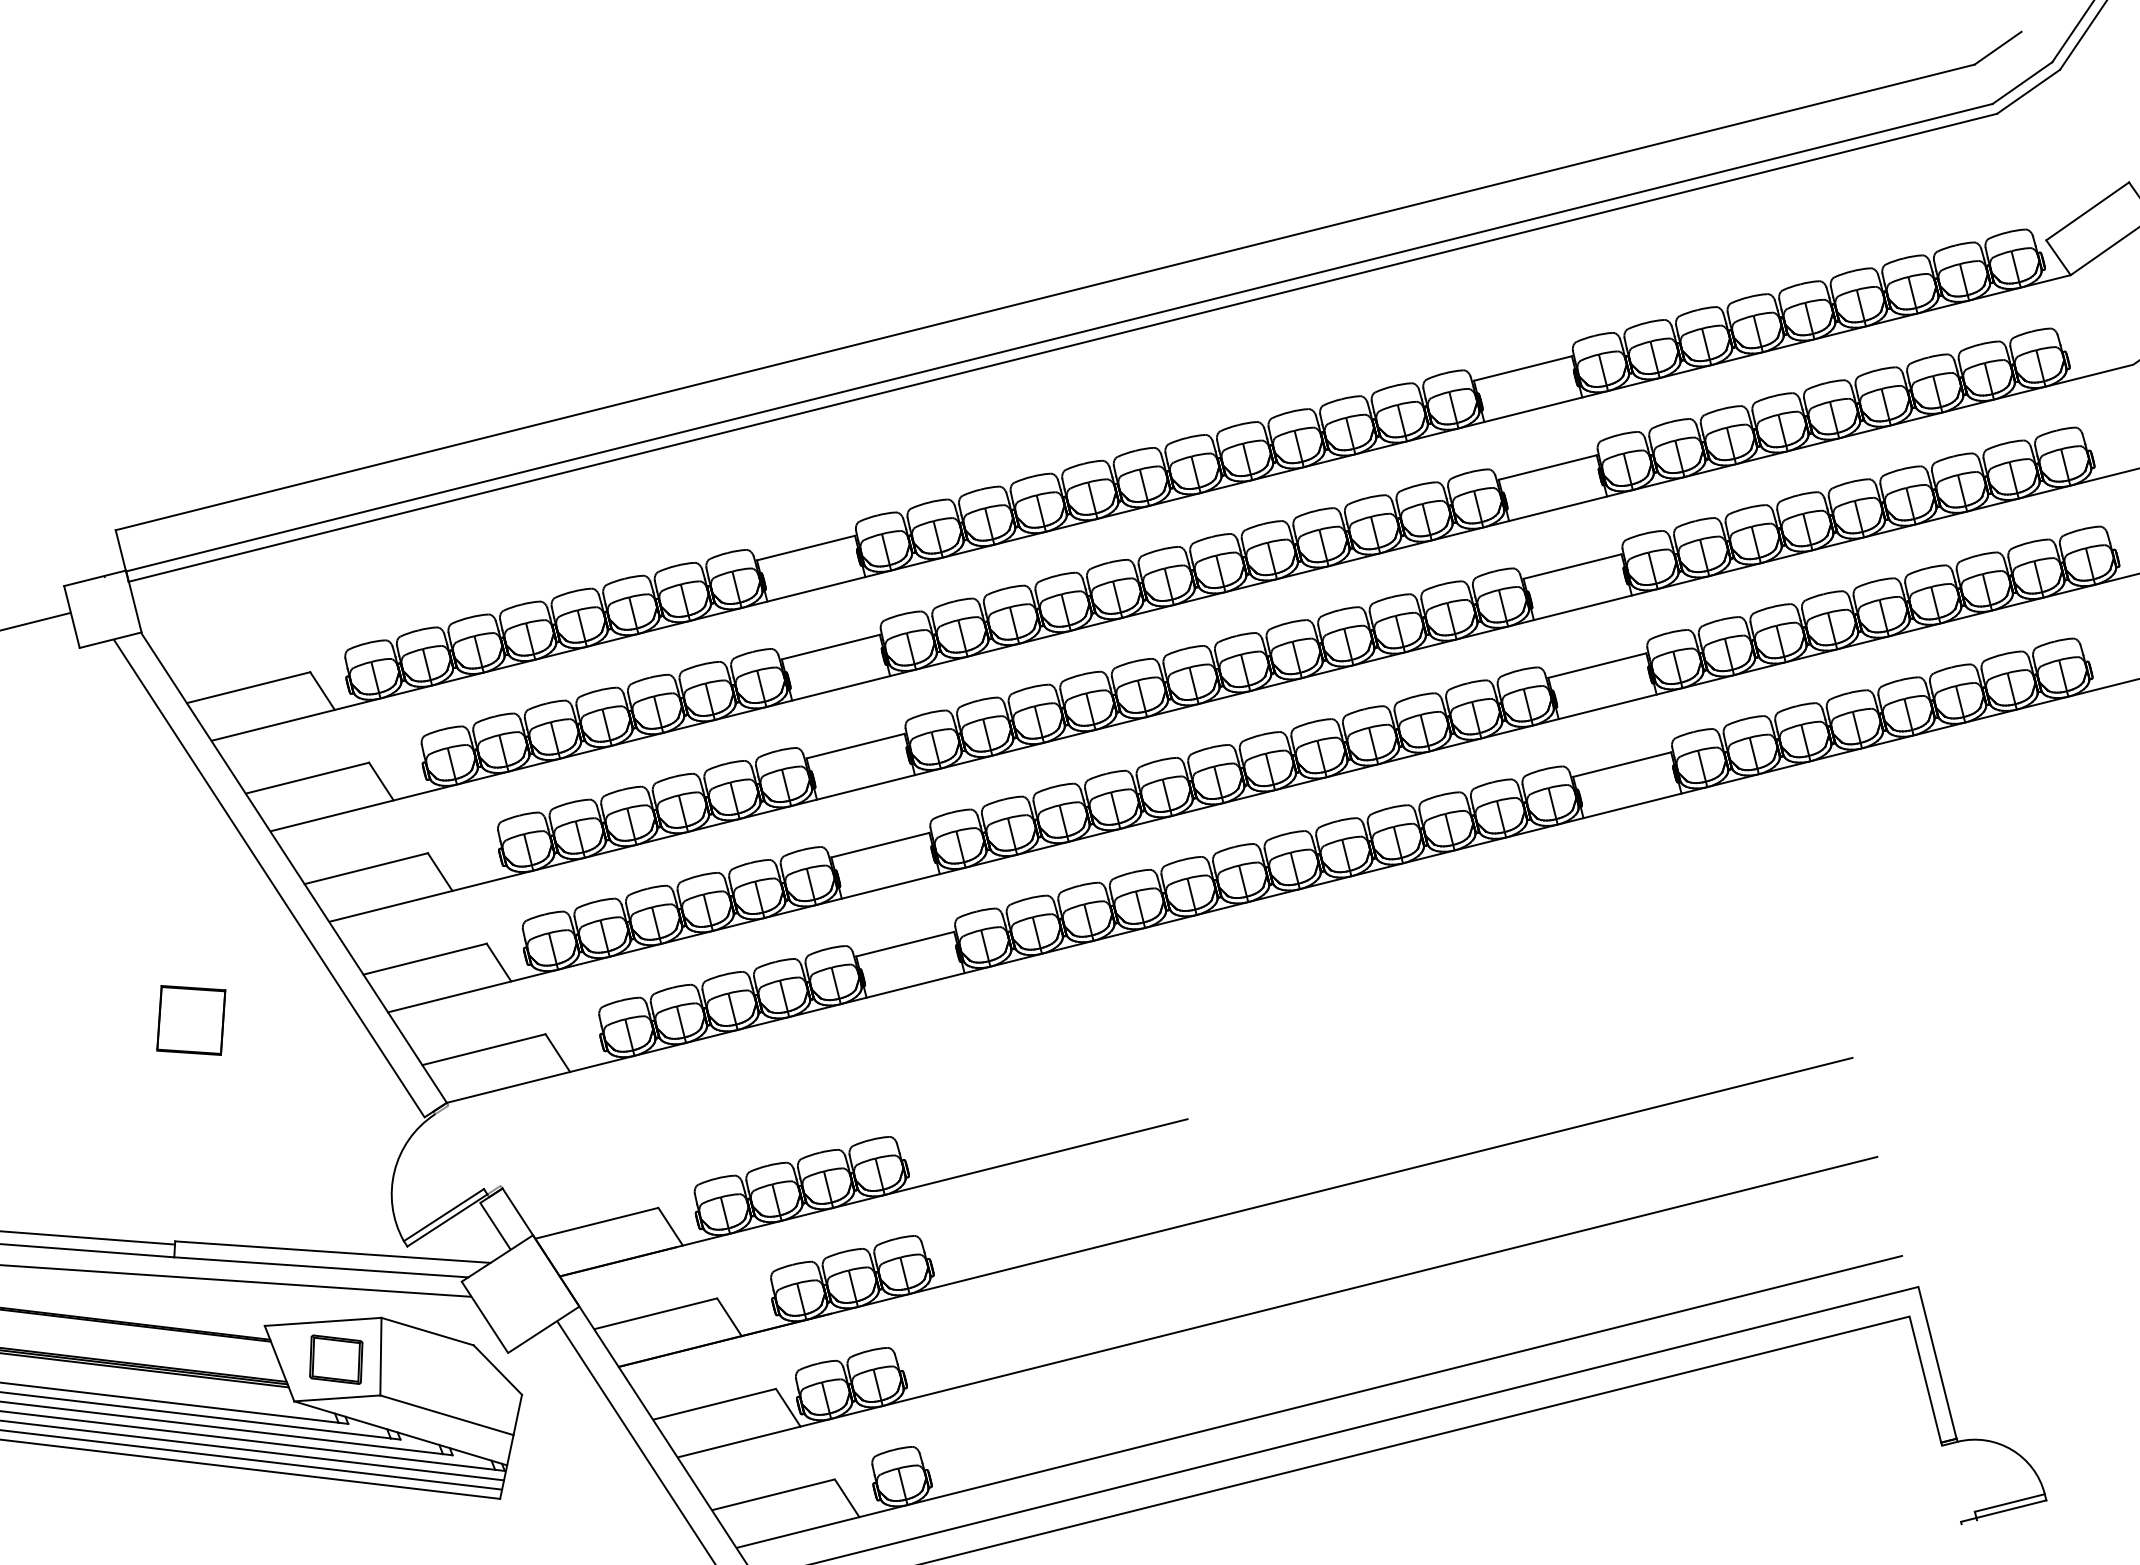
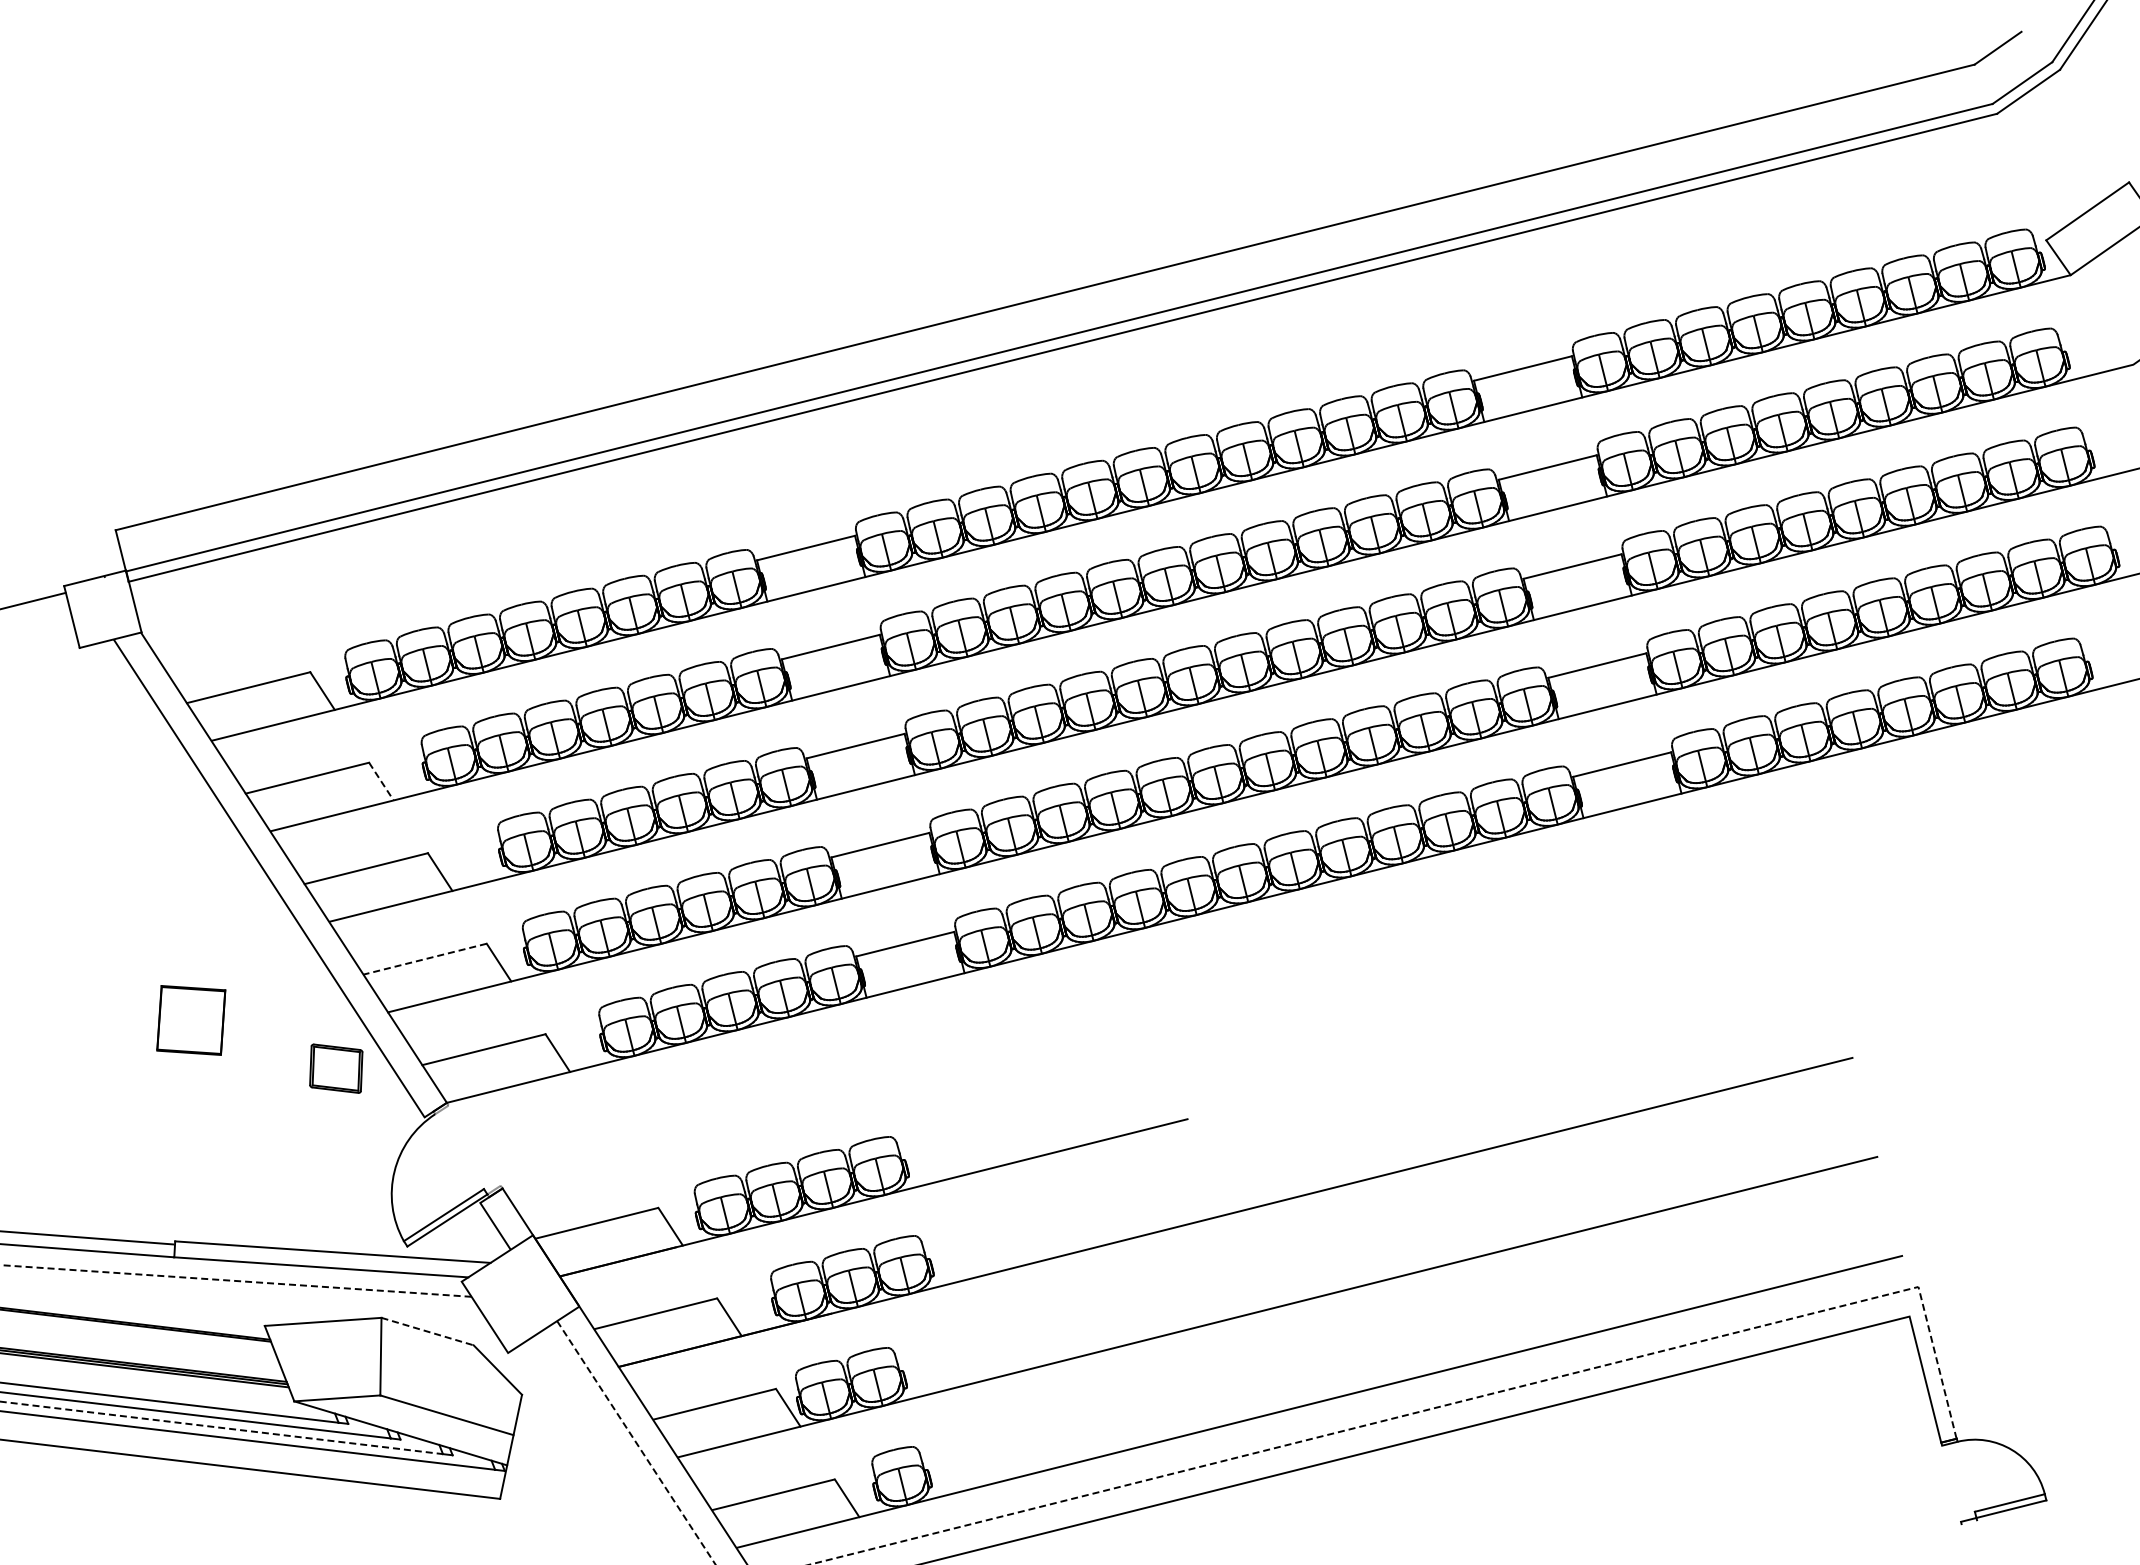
line at (36, 620) position: (36, 620) -> (33, 600)
line at (381, 781): solid -> dashed
line at (425, 959): solid -> dashed
line at (236, 1281): solid -> dashed
line at (428, 1331): solid -> dashed
part at (336, 1359) position: (336, 1359) -> (336, 1068)
line at (1439, 1406): solid -> dashed
line at (221, 1427): solid -> dashed
line at (636, 1443): solid -> dashed
line at (253, 1450): present -> none
line at (252, 1459): present -> none
